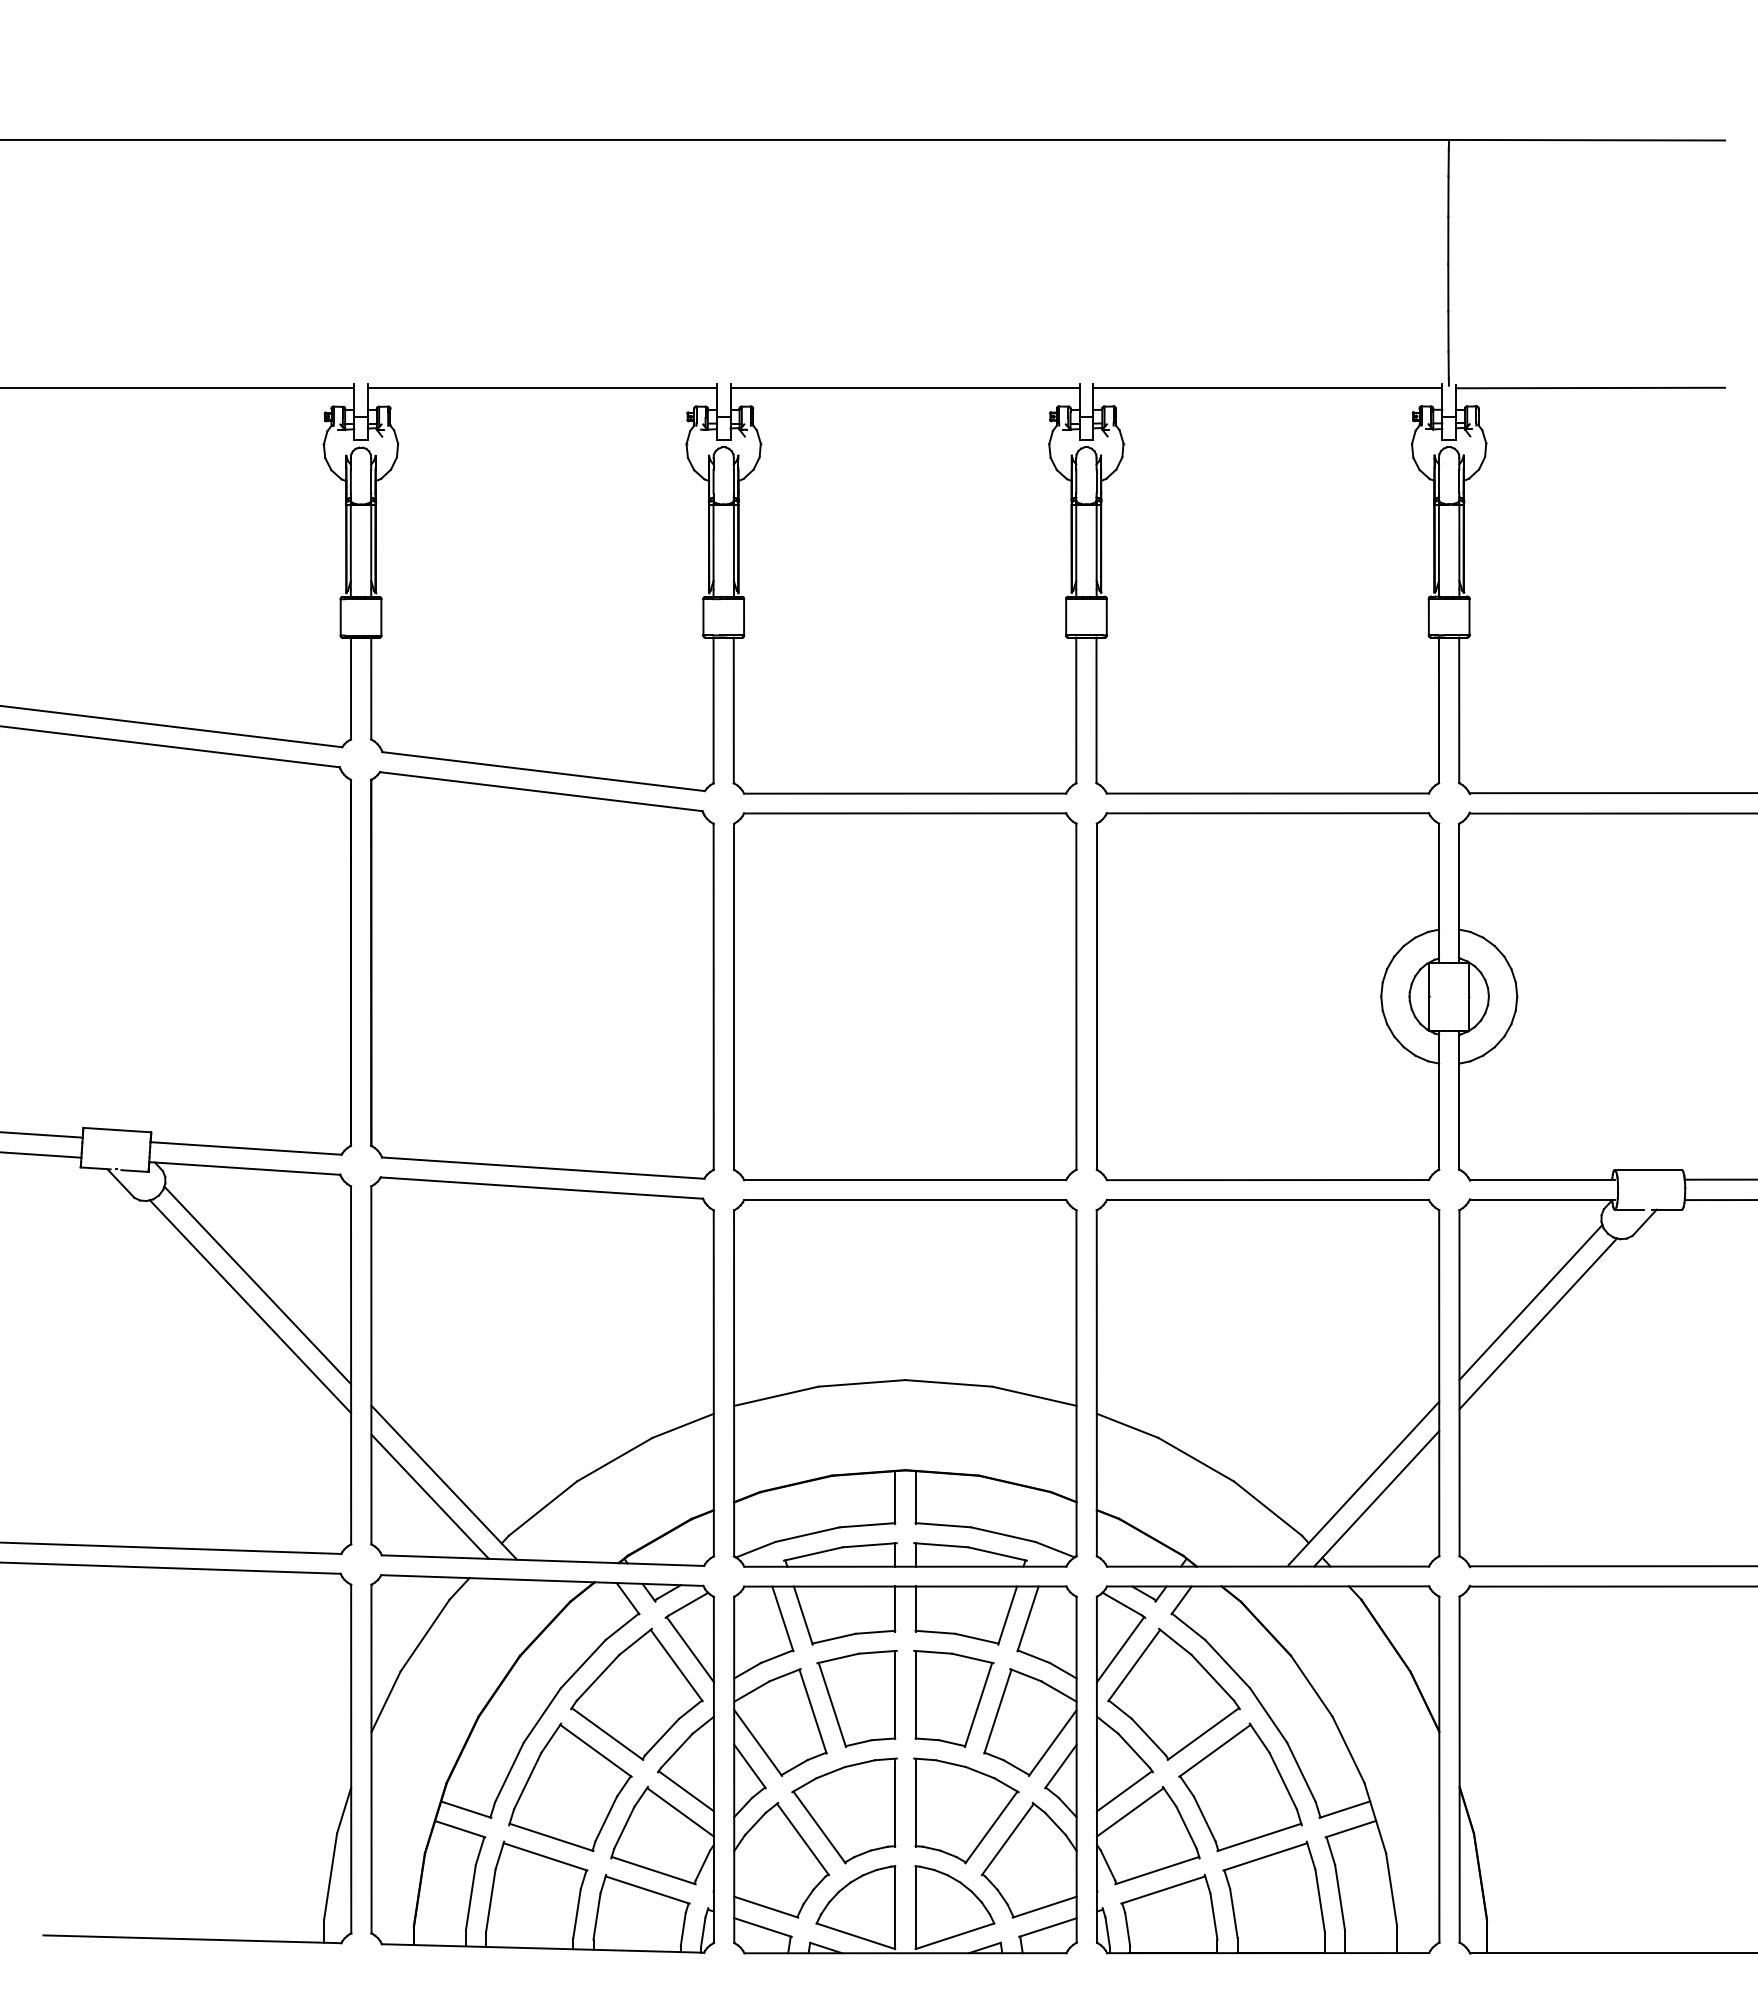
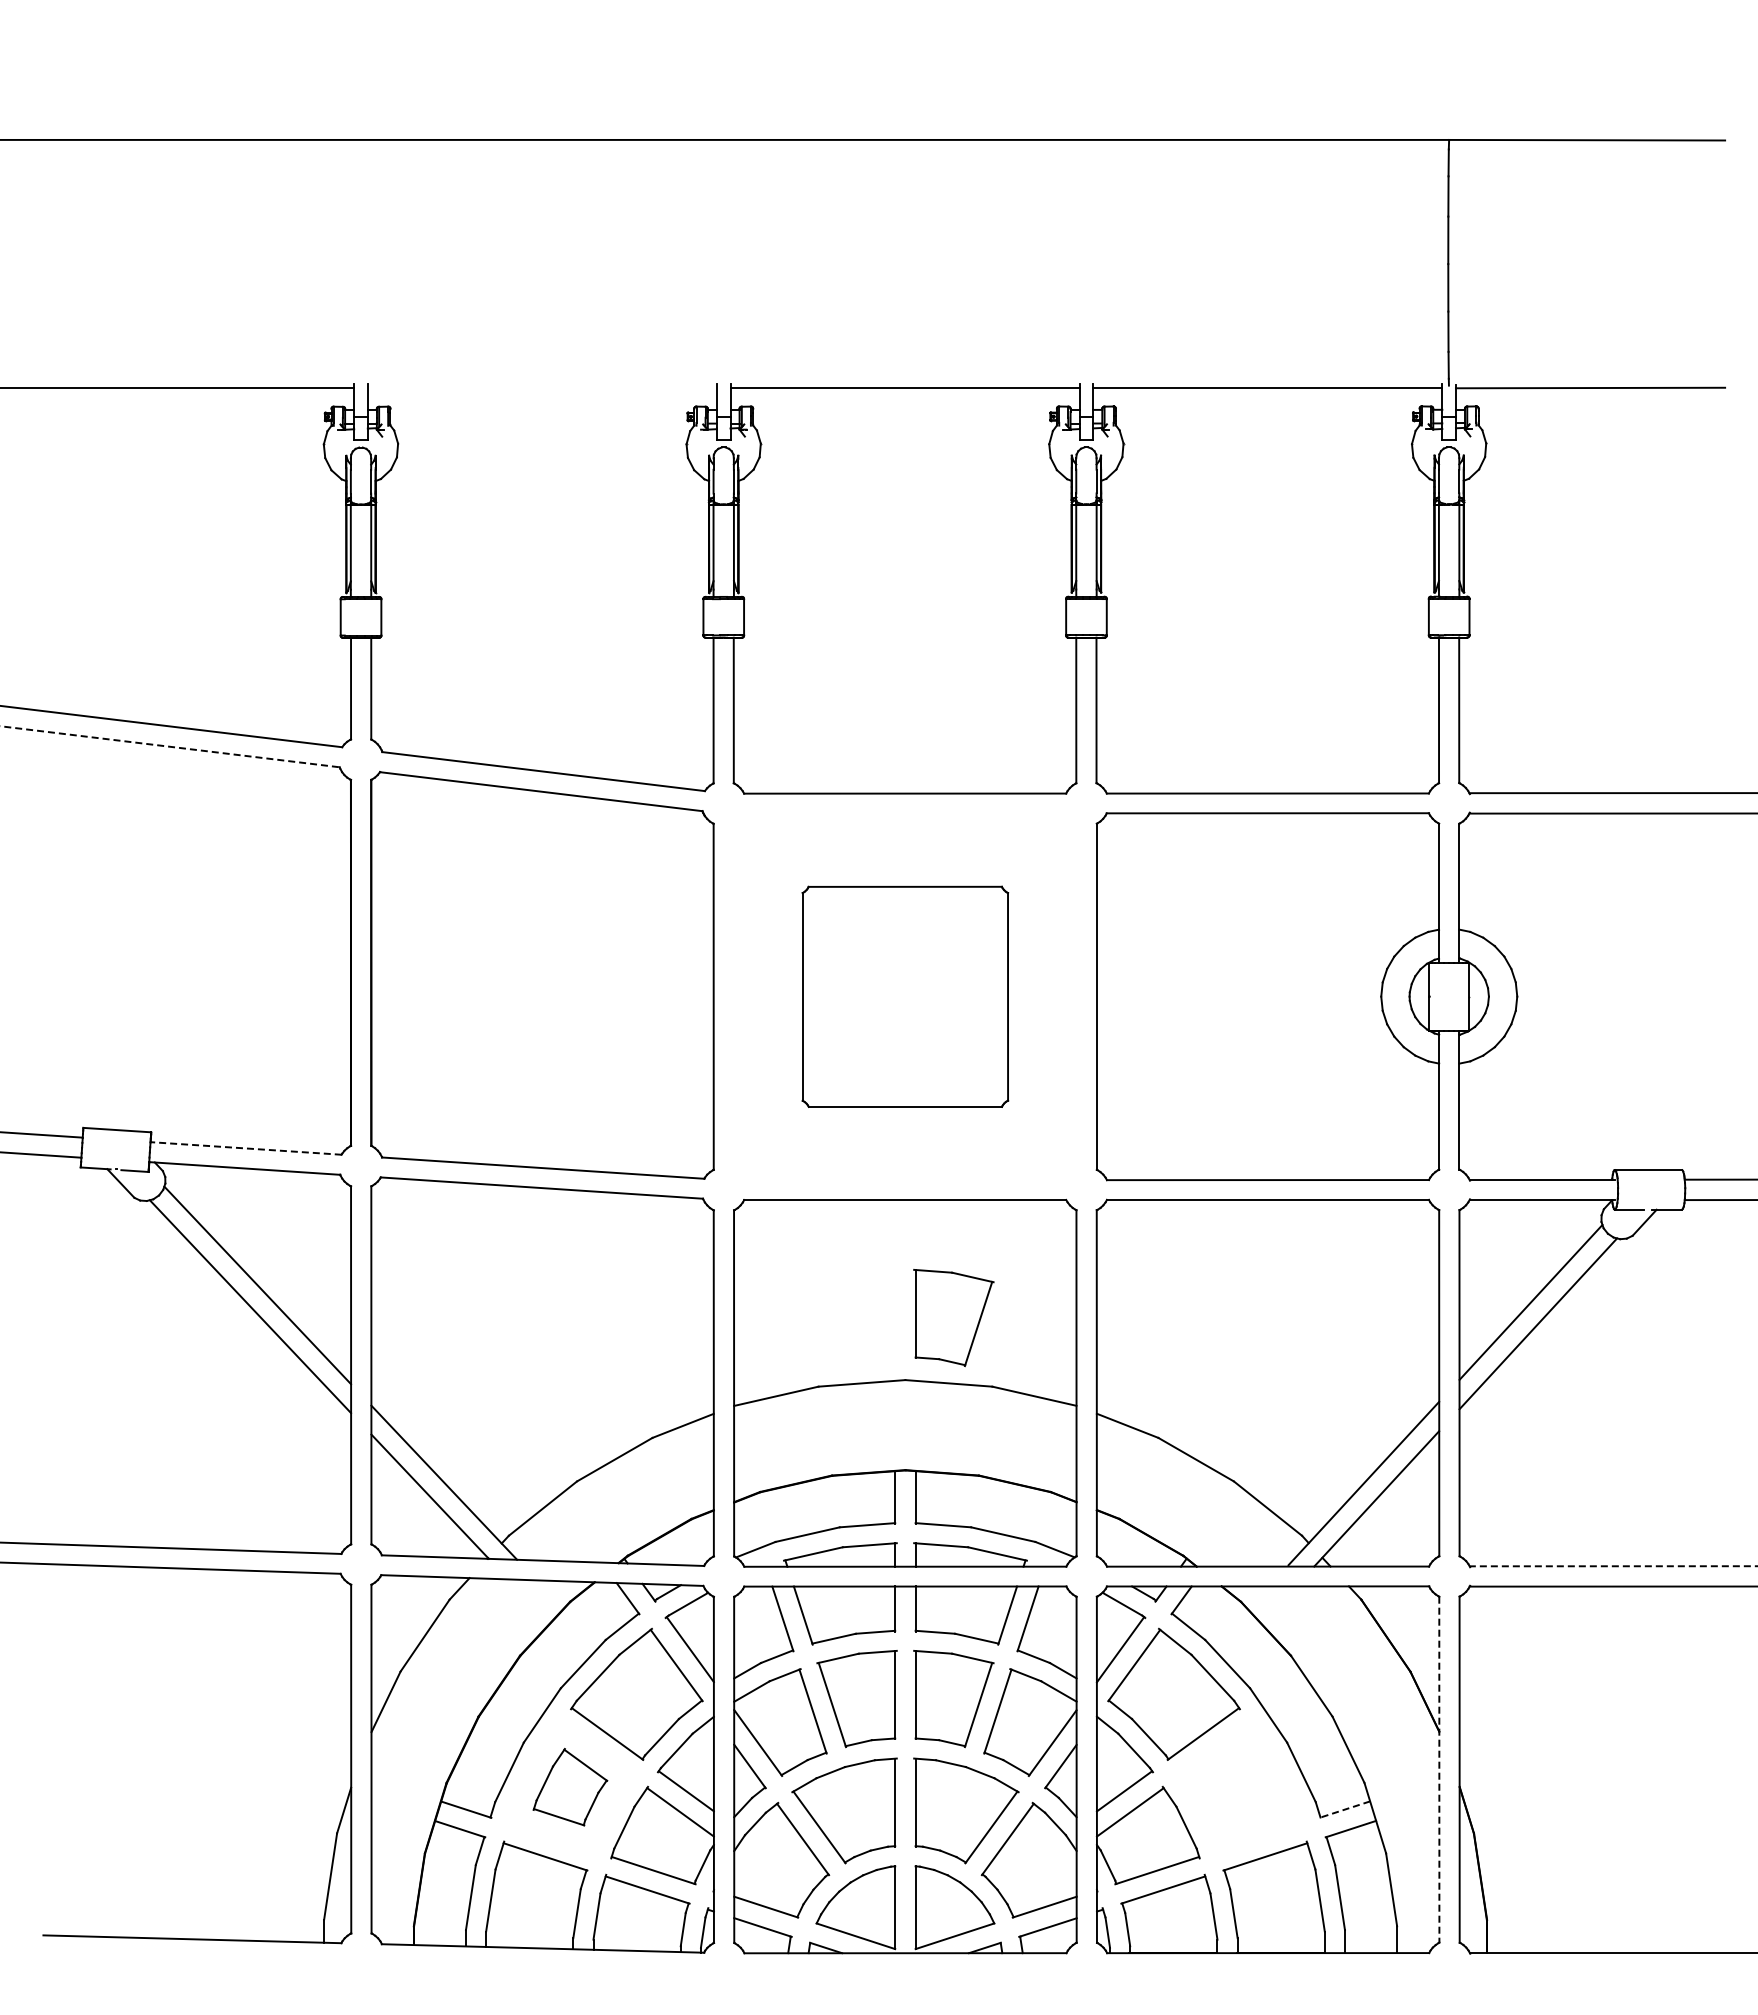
line at (541, 388): present -> none
line at (170, 746): solid -> dashed
part at (905, 996) size: 345x370 px -> 209x223 px
line at (246, 1148): solid -> dashed
part at (953, 1318): none -> present
line at (1613, 1566): solid -> dashed
line at (1439, 1770): solid -> dashed
part at (570, 1786) size: 125x130 px -> 77x80 px
part at (1240, 1786): present -> none
line at (1344, 1809): solid -> dashed
